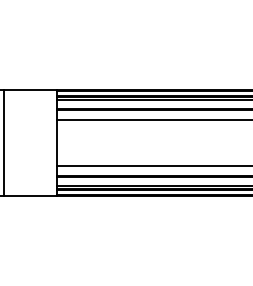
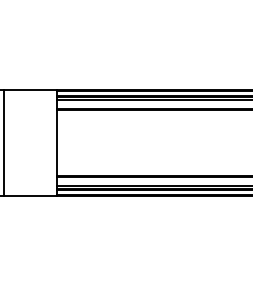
line at (152, 119): present -> none
line at (152, 166): present -> none
